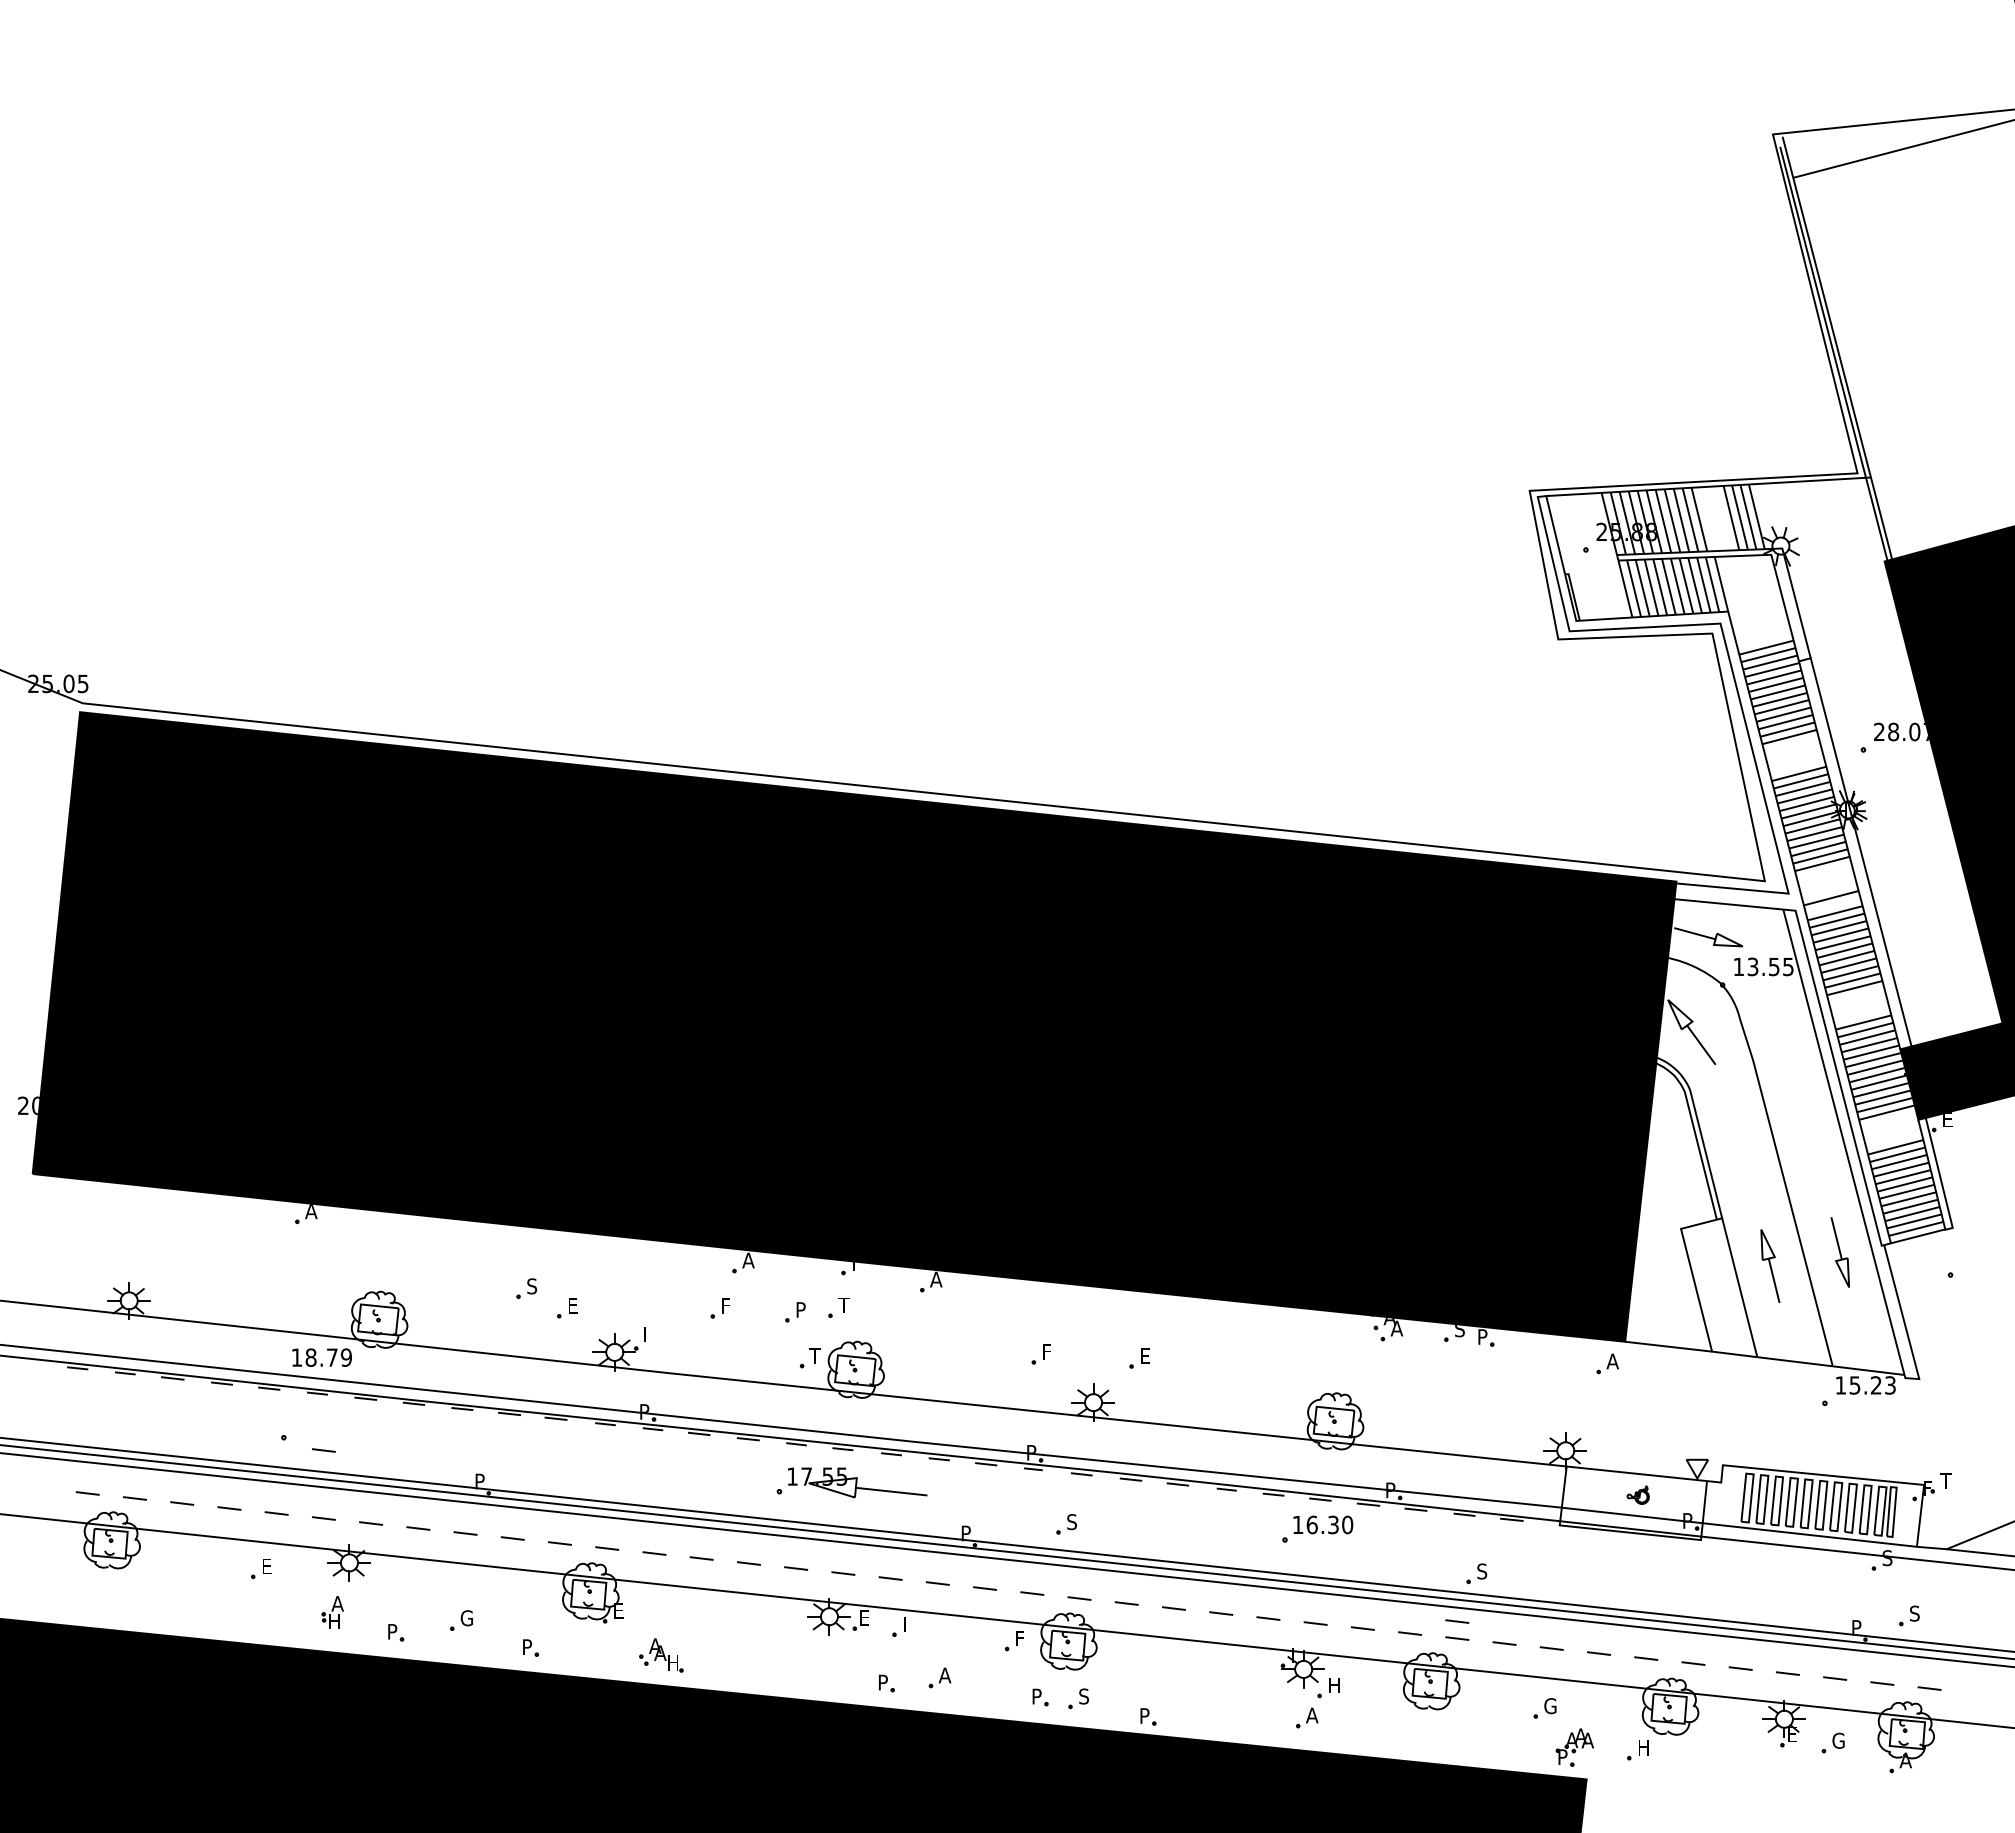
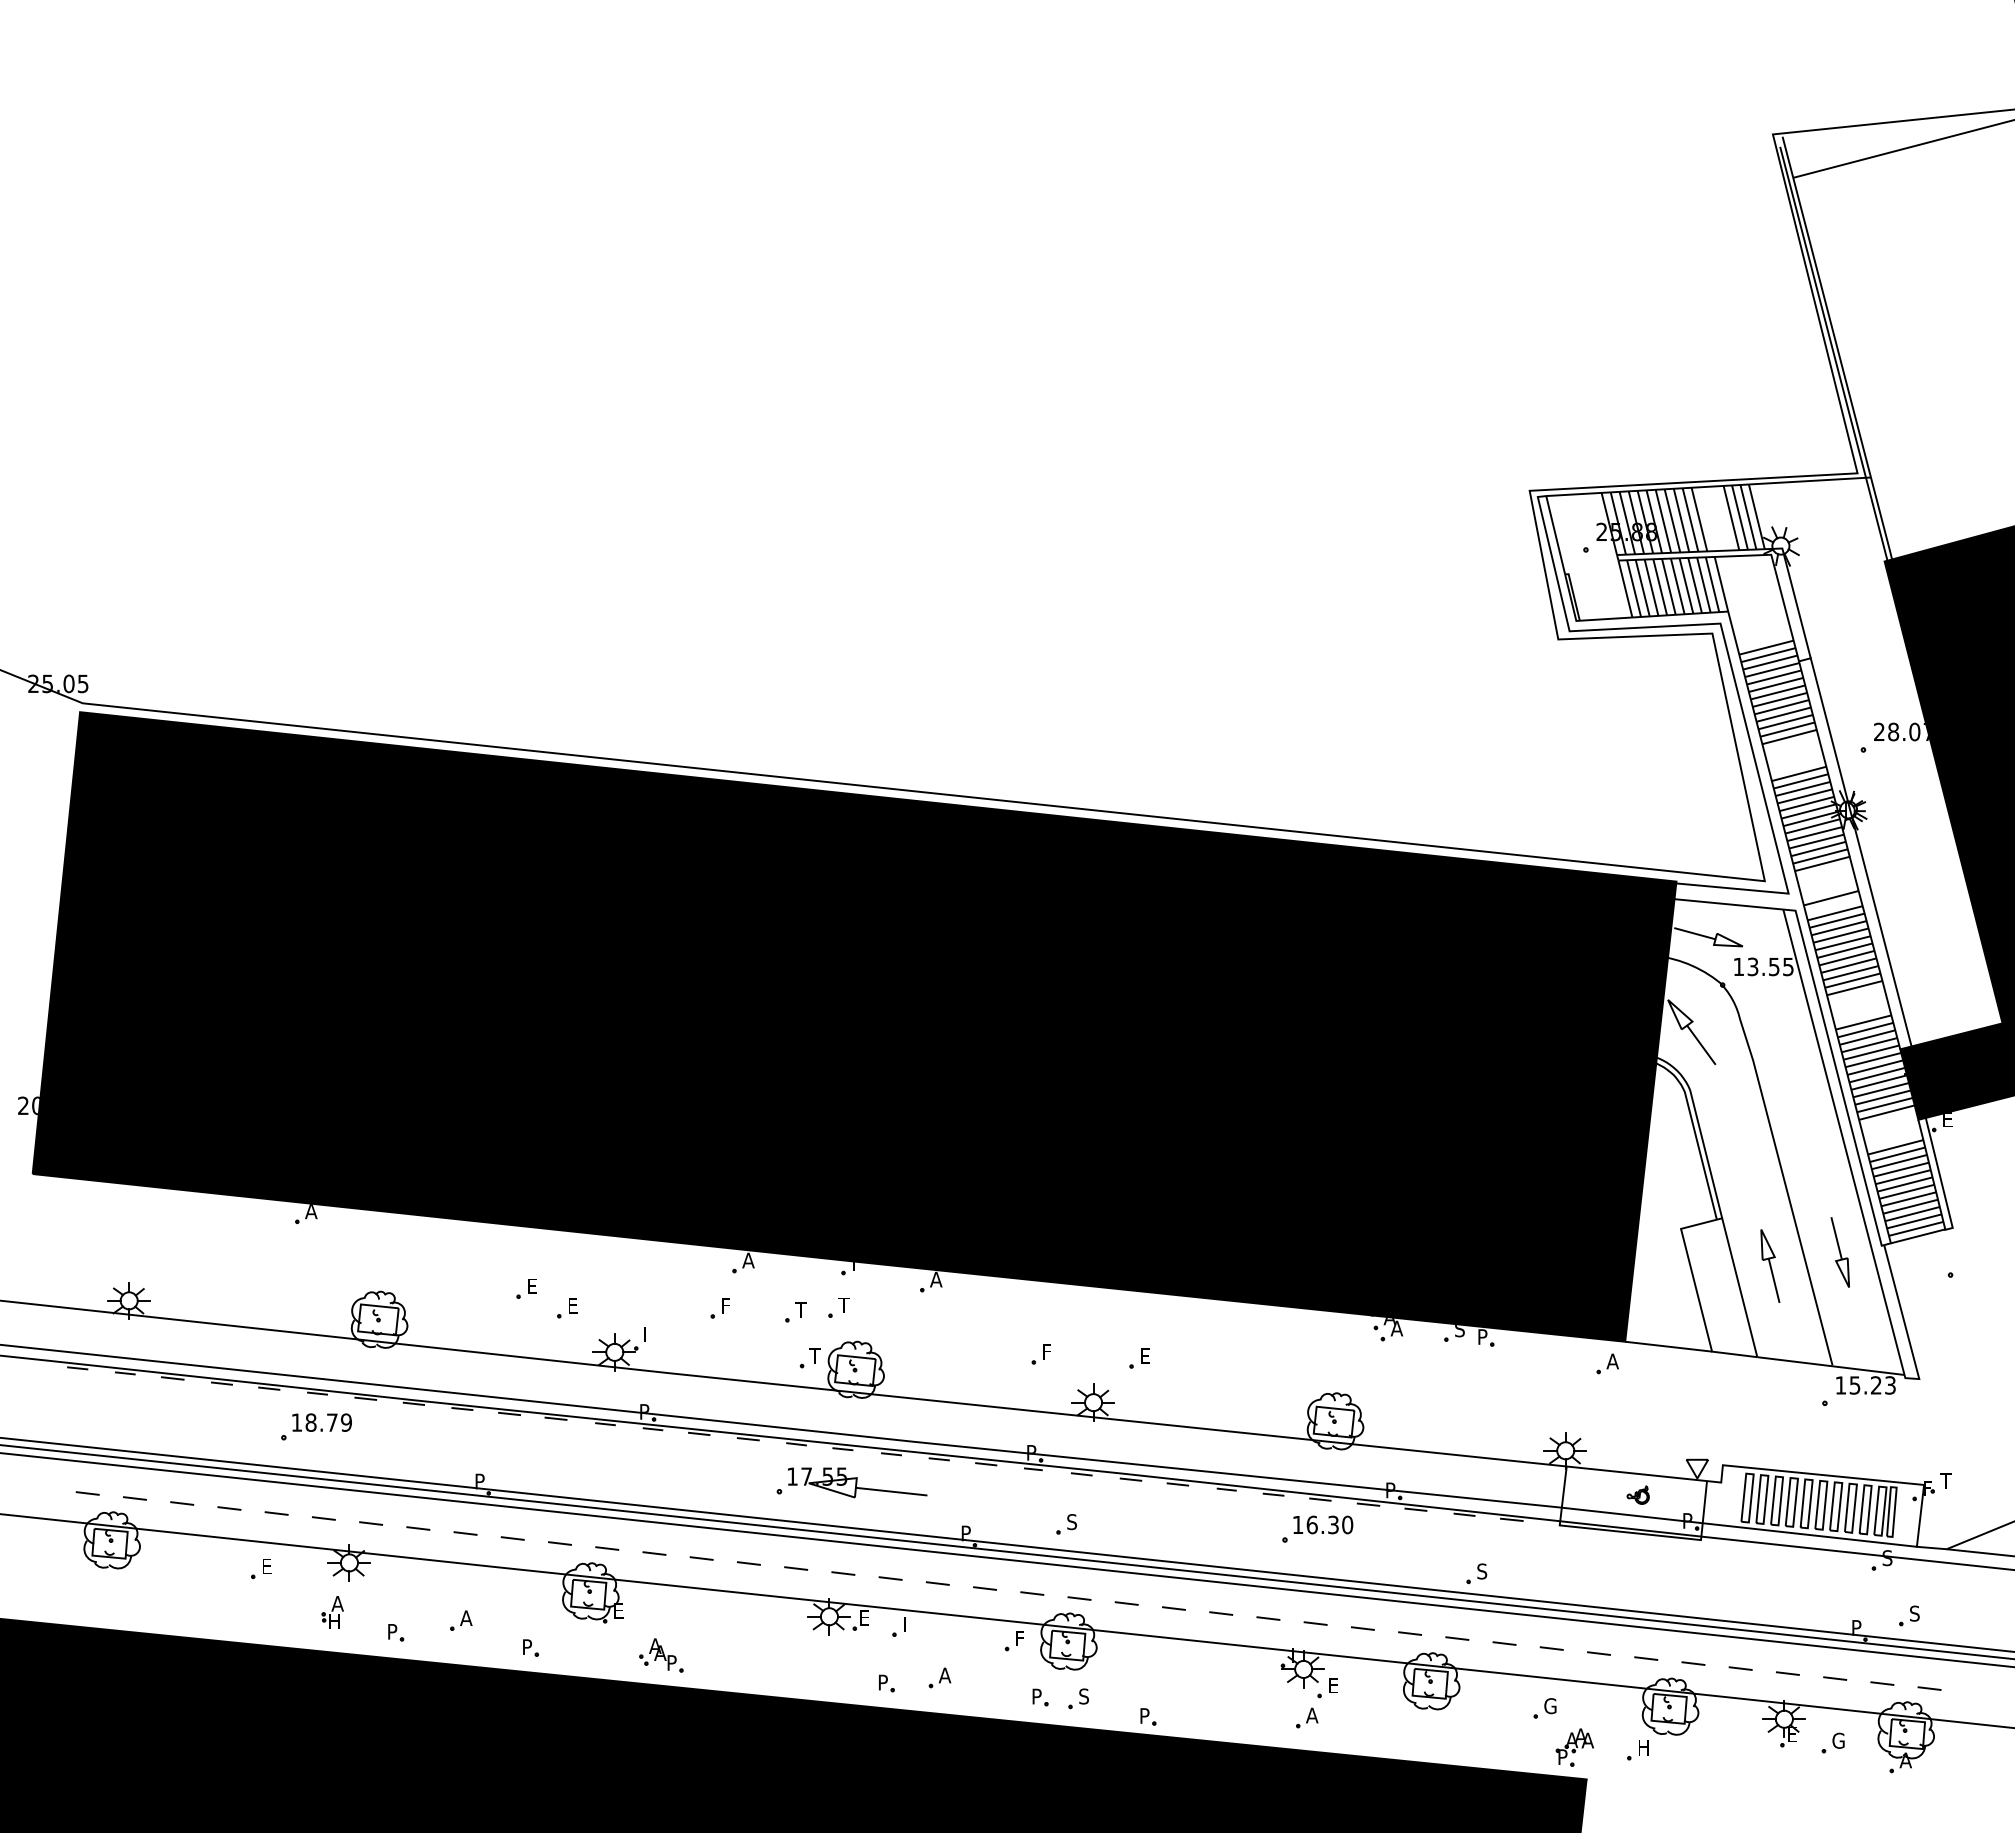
text at (532, 1286): S -> E
text at (800, 1309): P -> T
text at (321, 1357) position: (321, 1357) -> (321, 1422)
line at (323, 1450): present -> none
text at (466, 1618): G -> A
line at (1457, 1621): present -> none
text at (672, 1662): H -> P
text at (1335, 1685): H -> E
